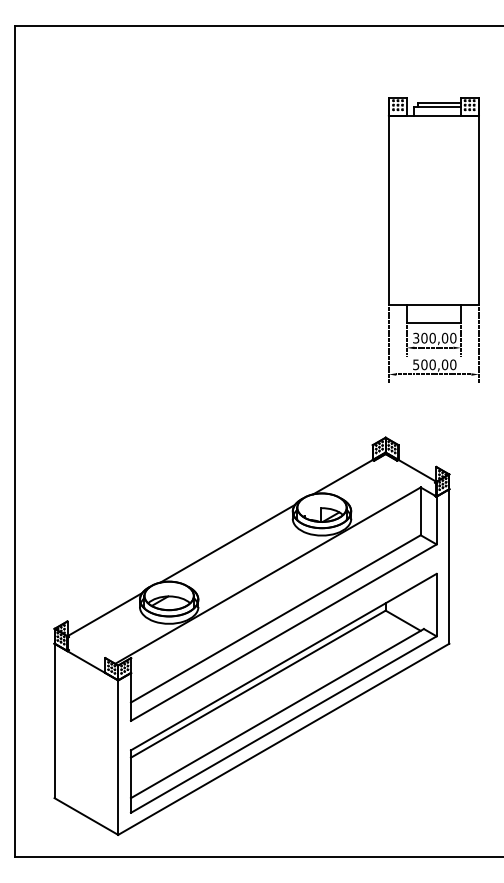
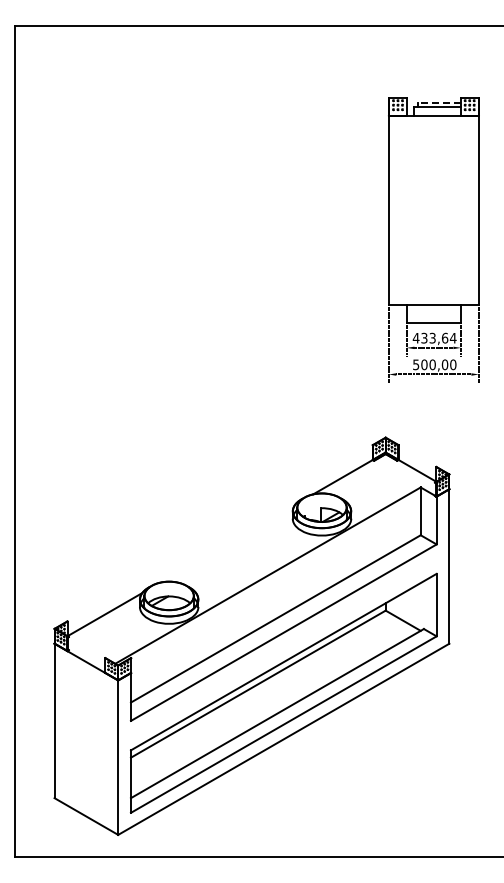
line at (438, 102): solid -> dashed
text at (434, 337): 300,00 -> 433,64
line at (227, 543): present -> none
